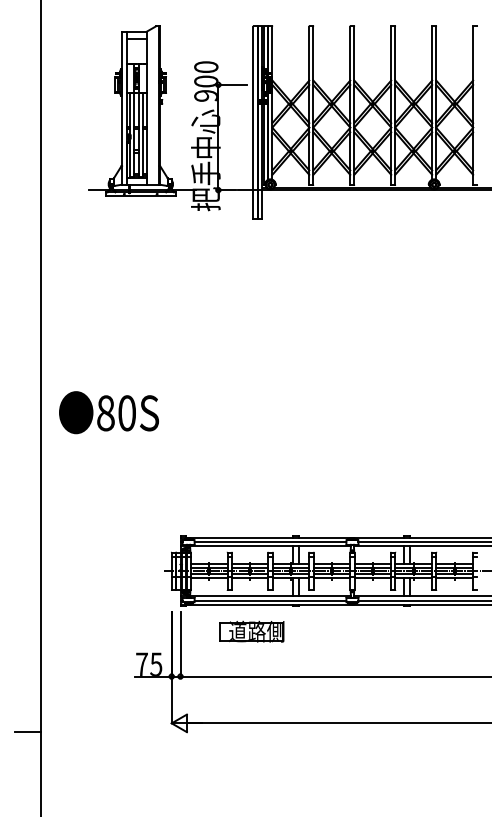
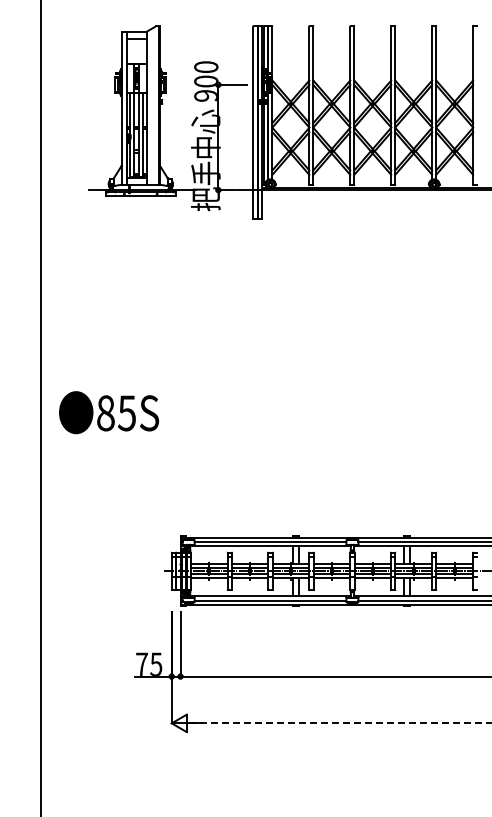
text at (126, 413): 80S -> 85S
part at (251, 631): present -> none
line at (340, 723): solid -> dashed
line at (27, 731): present -> none
